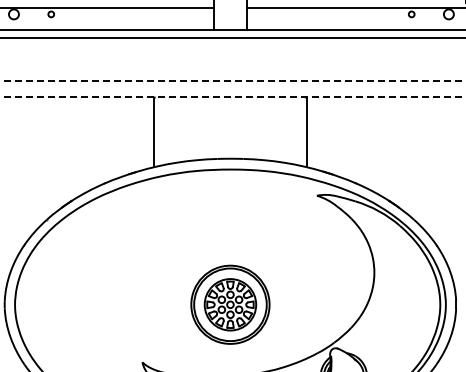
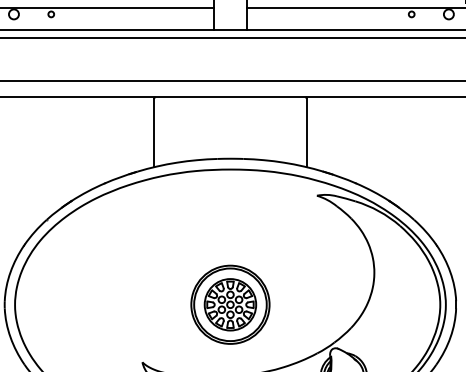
line at (232, 80): dashed -> solid
line at (232, 97): dashed -> solid
